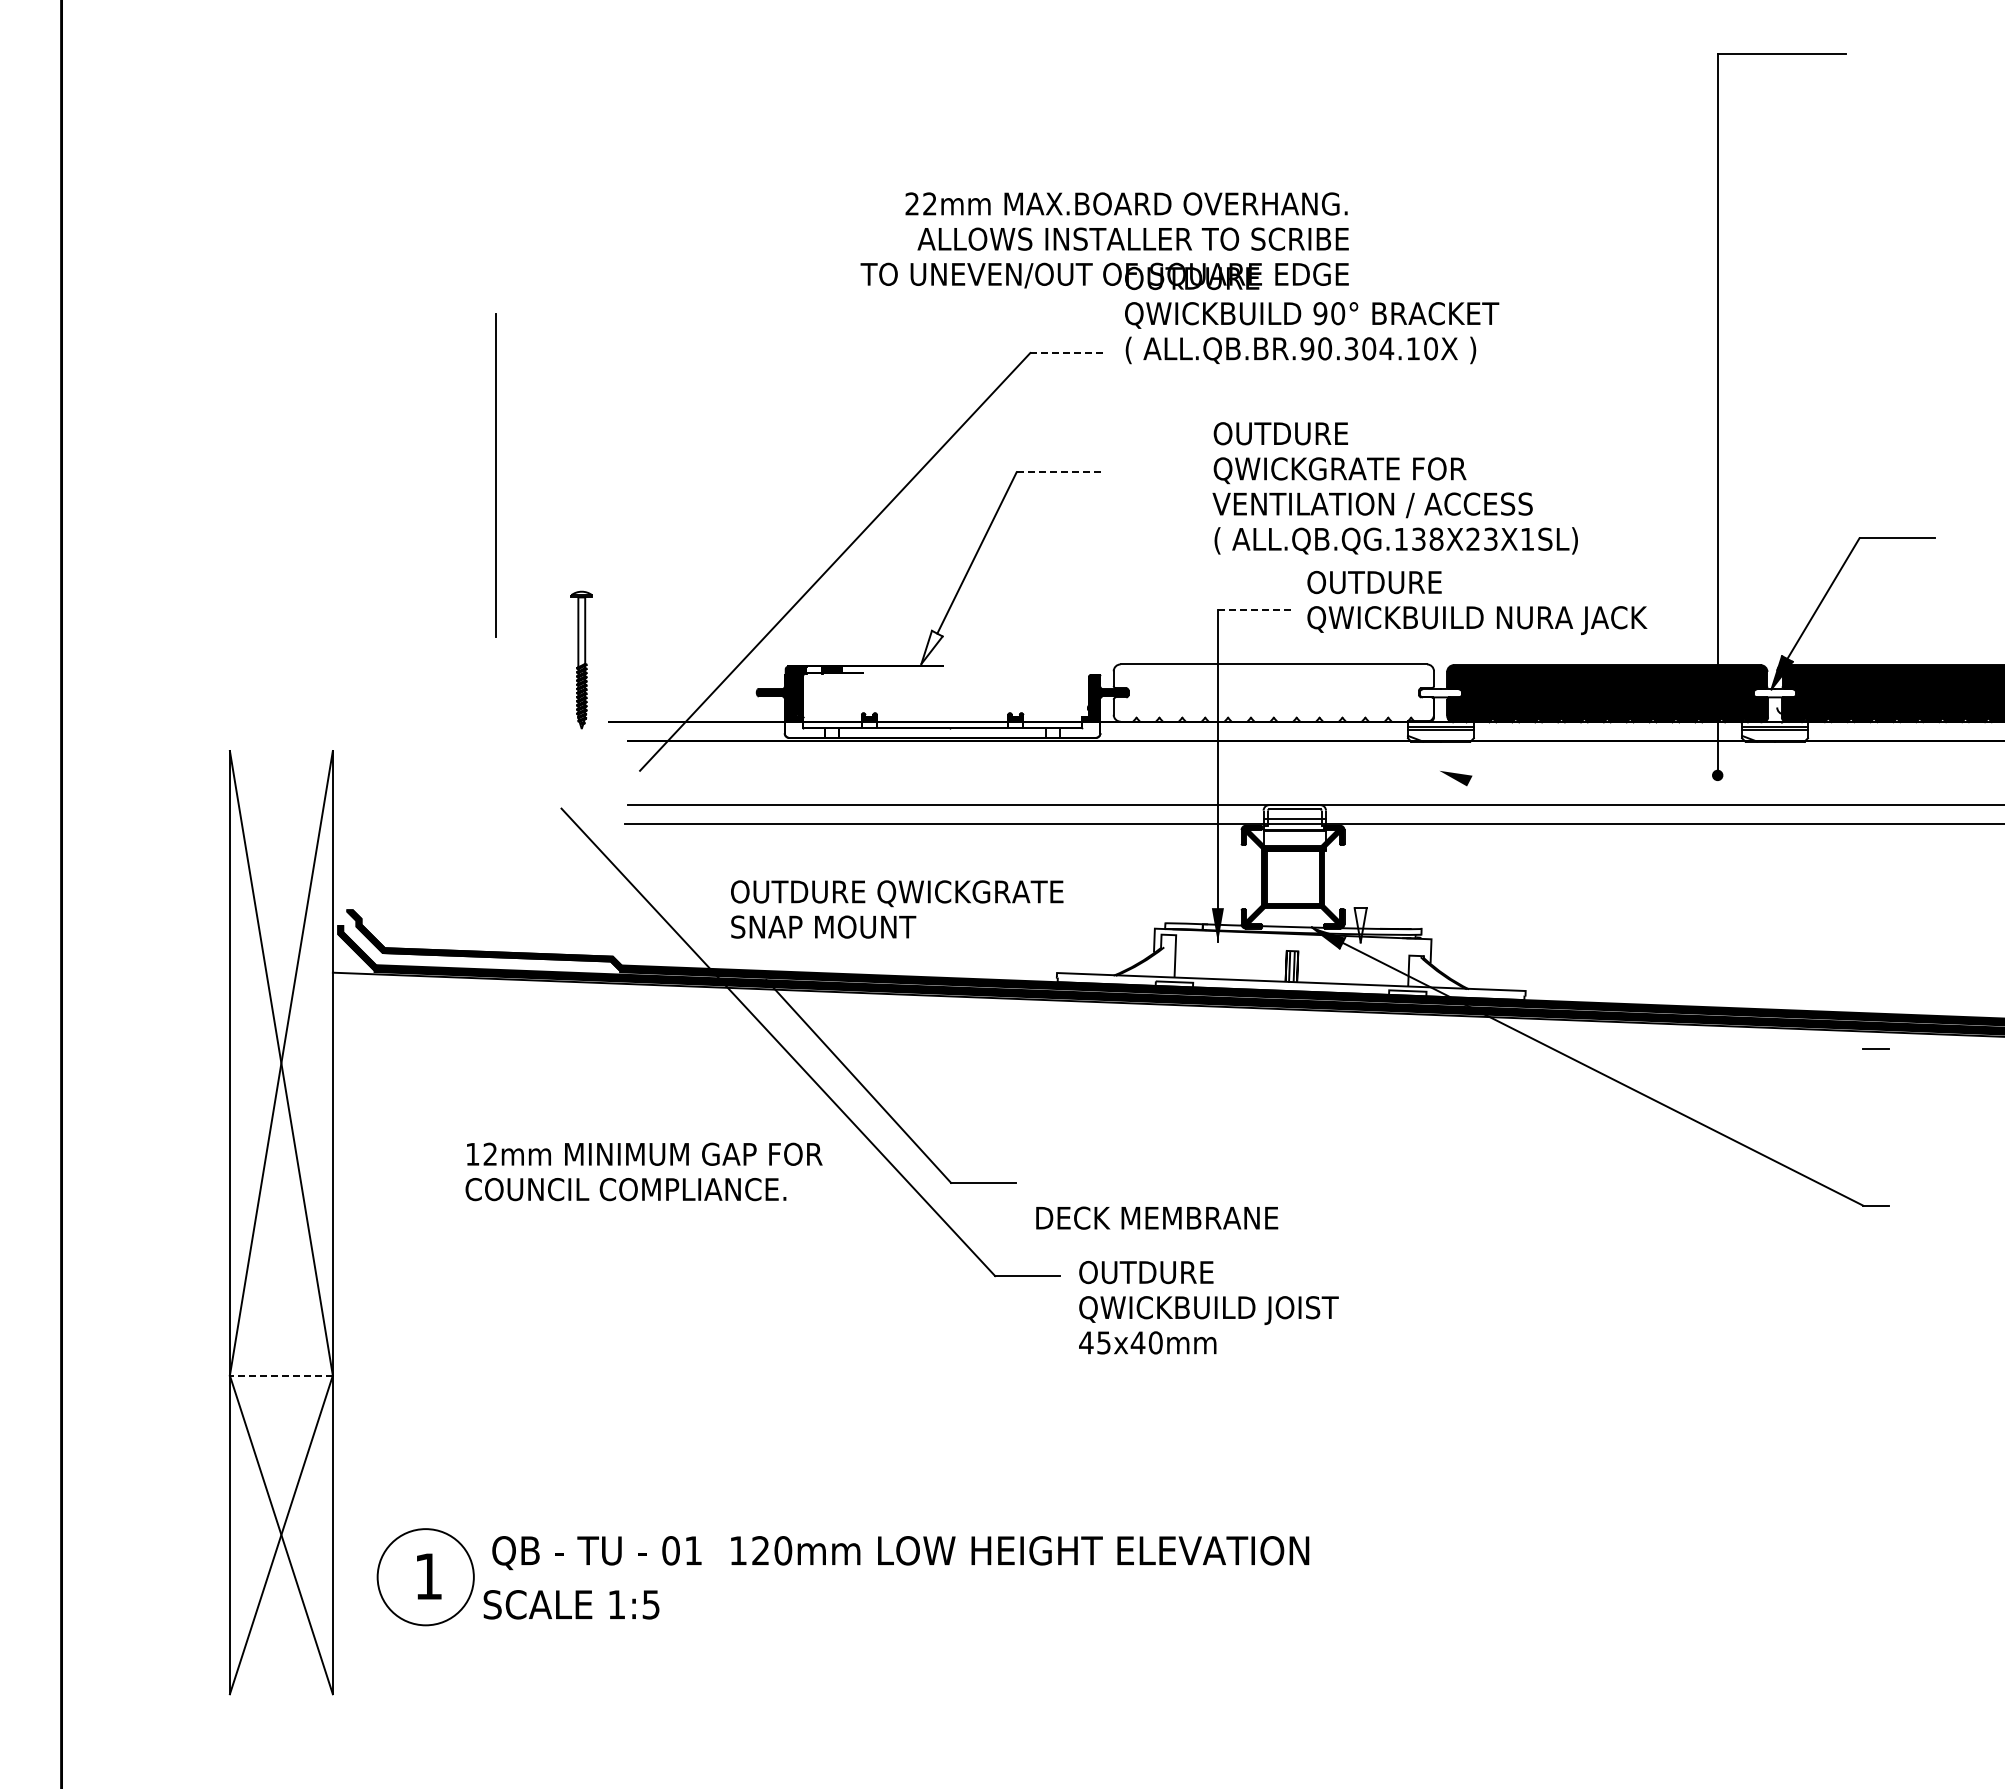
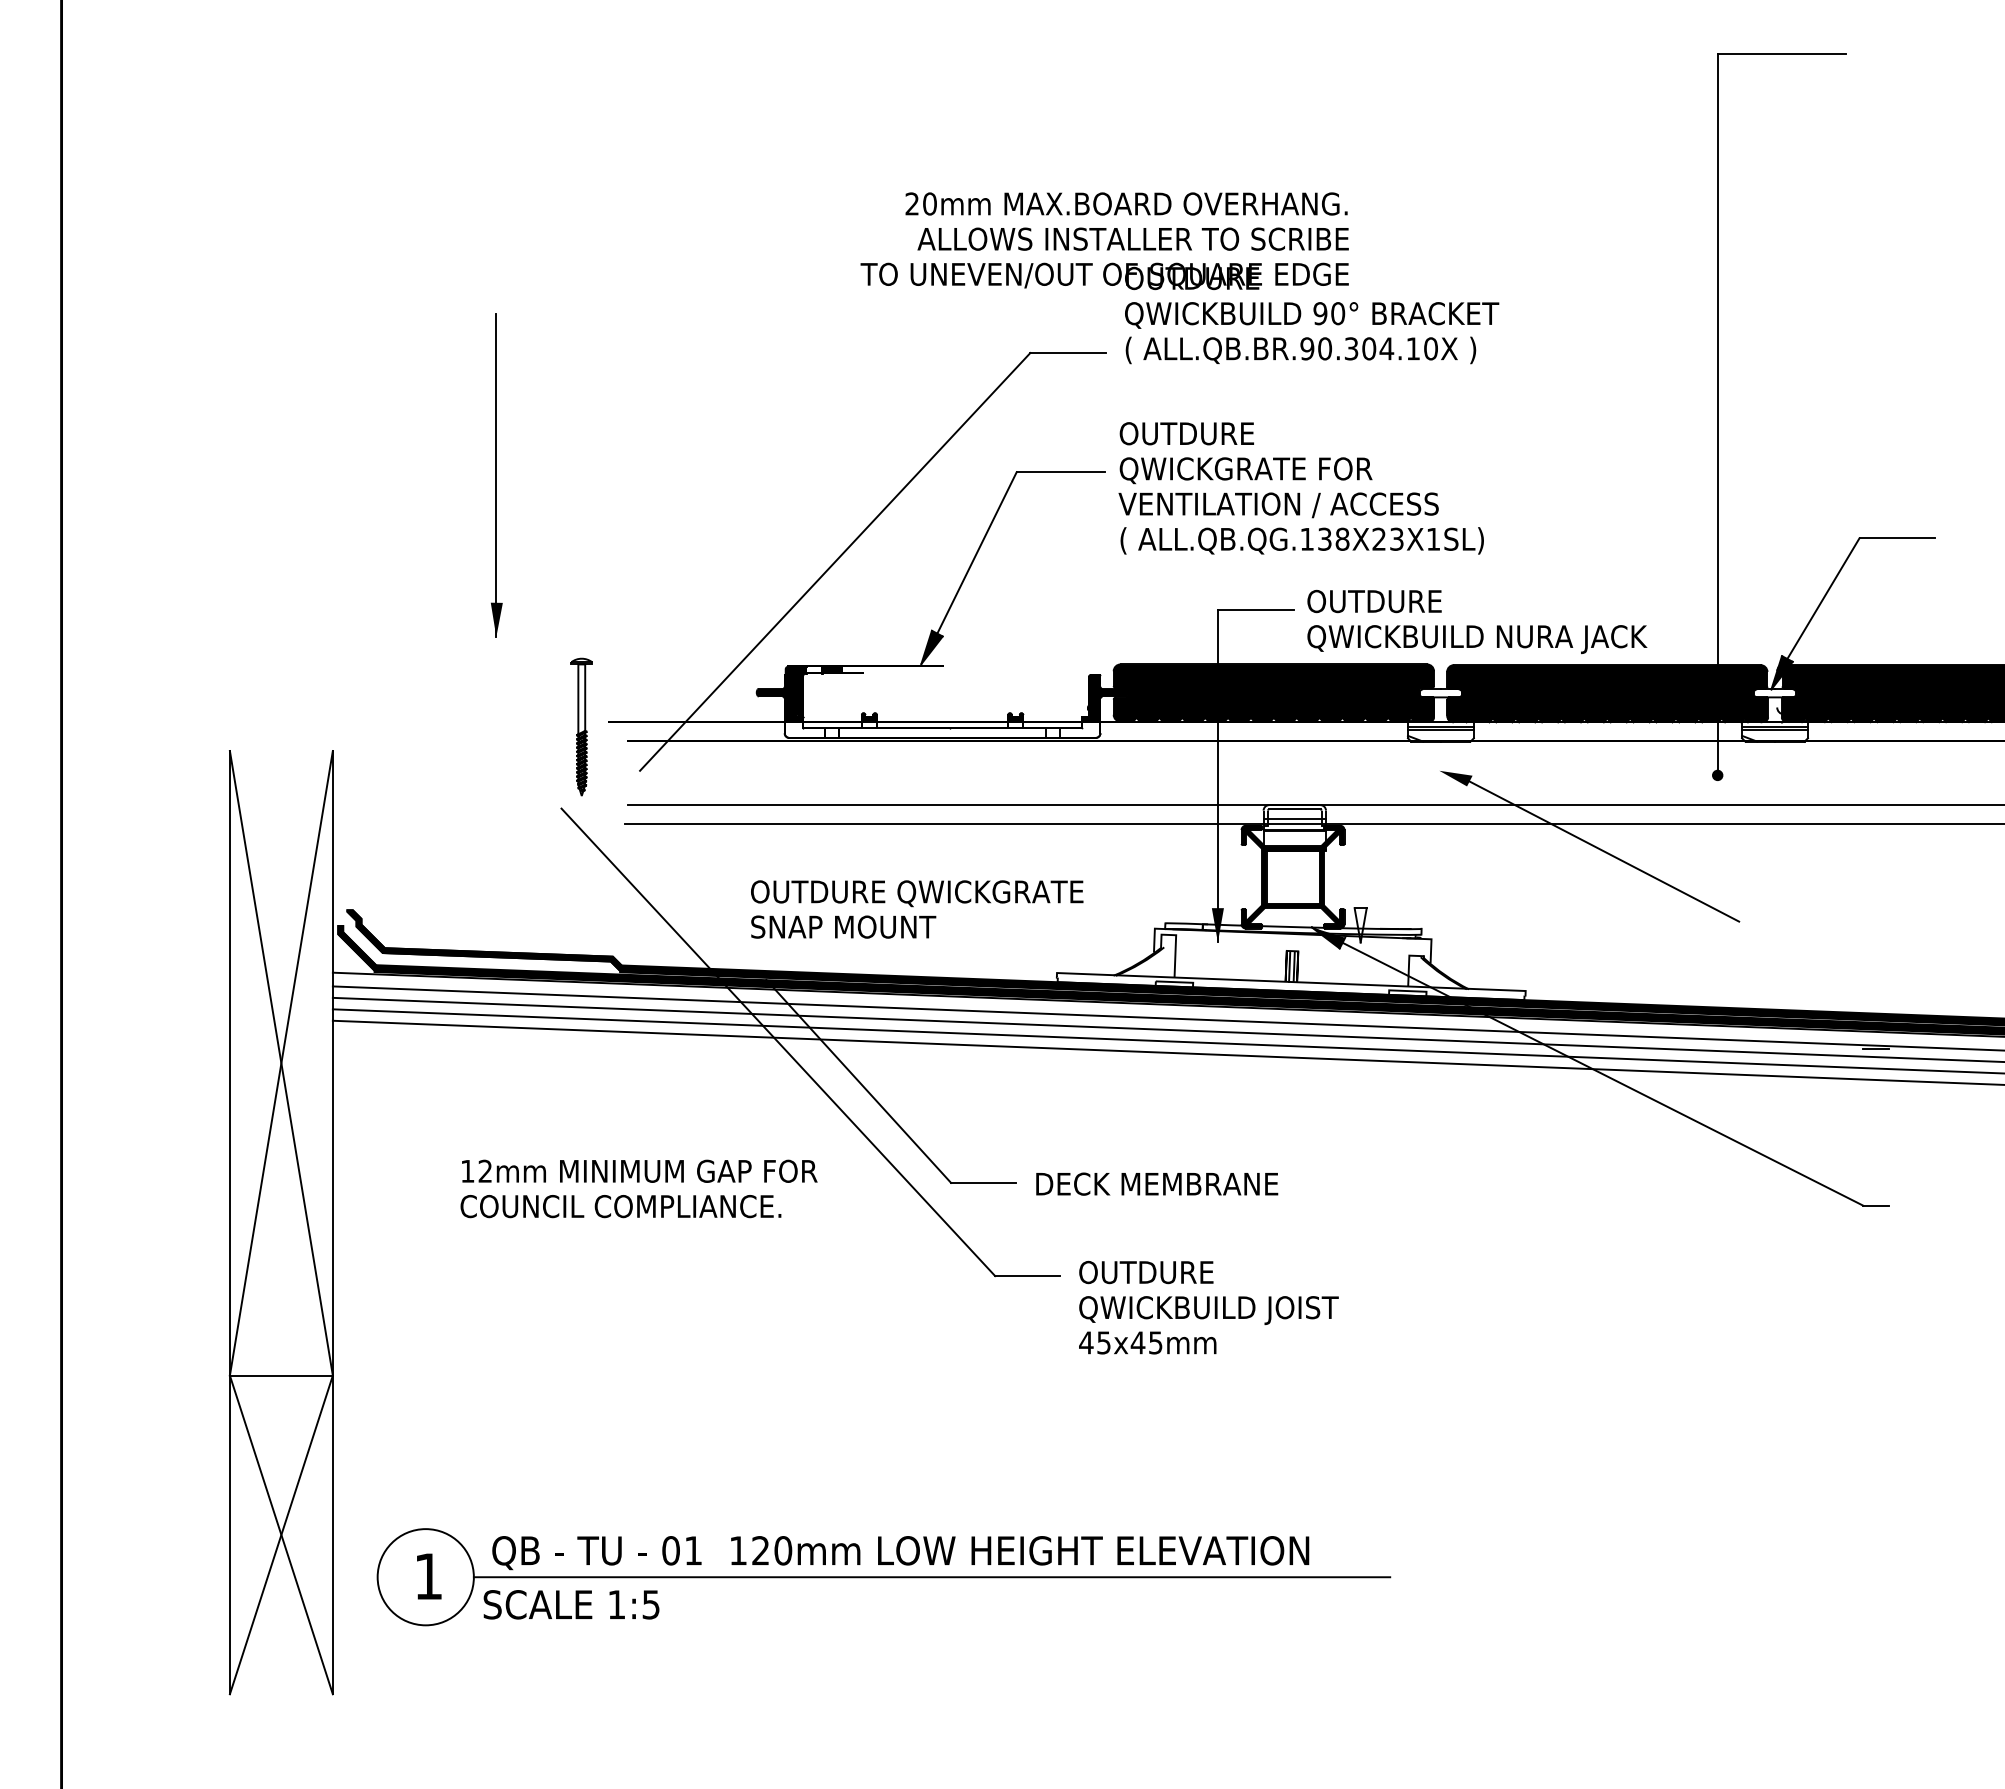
text at (929, 203): 22mm -> 20mm
line at (1068, 353): dashed -> solid
line at (1061, 472): dashed -> solid
text at (1394, 488) position: (1394, 488) -> (1300, 488)
text at (1477, 602) position: (1477, 602) -> (1477, 621)
line at (1255, 609): dashed -> solid
fill at (496, 619): none -> present
fill at (931, 647): none -> present
part at (581, 659) position: (581, 659) -> (581, 726)
fill at (1273, 692): none -> present
line at (1604, 851): none -> present
text at (897, 909) position: (897, 909) -> (917, 909)
line at (1166, 1018): none -> present
line at (1166, 1029): none -> present
line at (1166, 1041): none -> present
line at (1166, 1052): none -> present
text at (643, 1171) position: (643, 1171) -> (638, 1188)
text at (1157, 1217) position: (1157, 1217) -> (1157, 1183)
text at (1155, 1342): 45x40mm -> 45x45mm
line at (280, 1375): dashed -> solid
line at (931, 1577): none -> present
